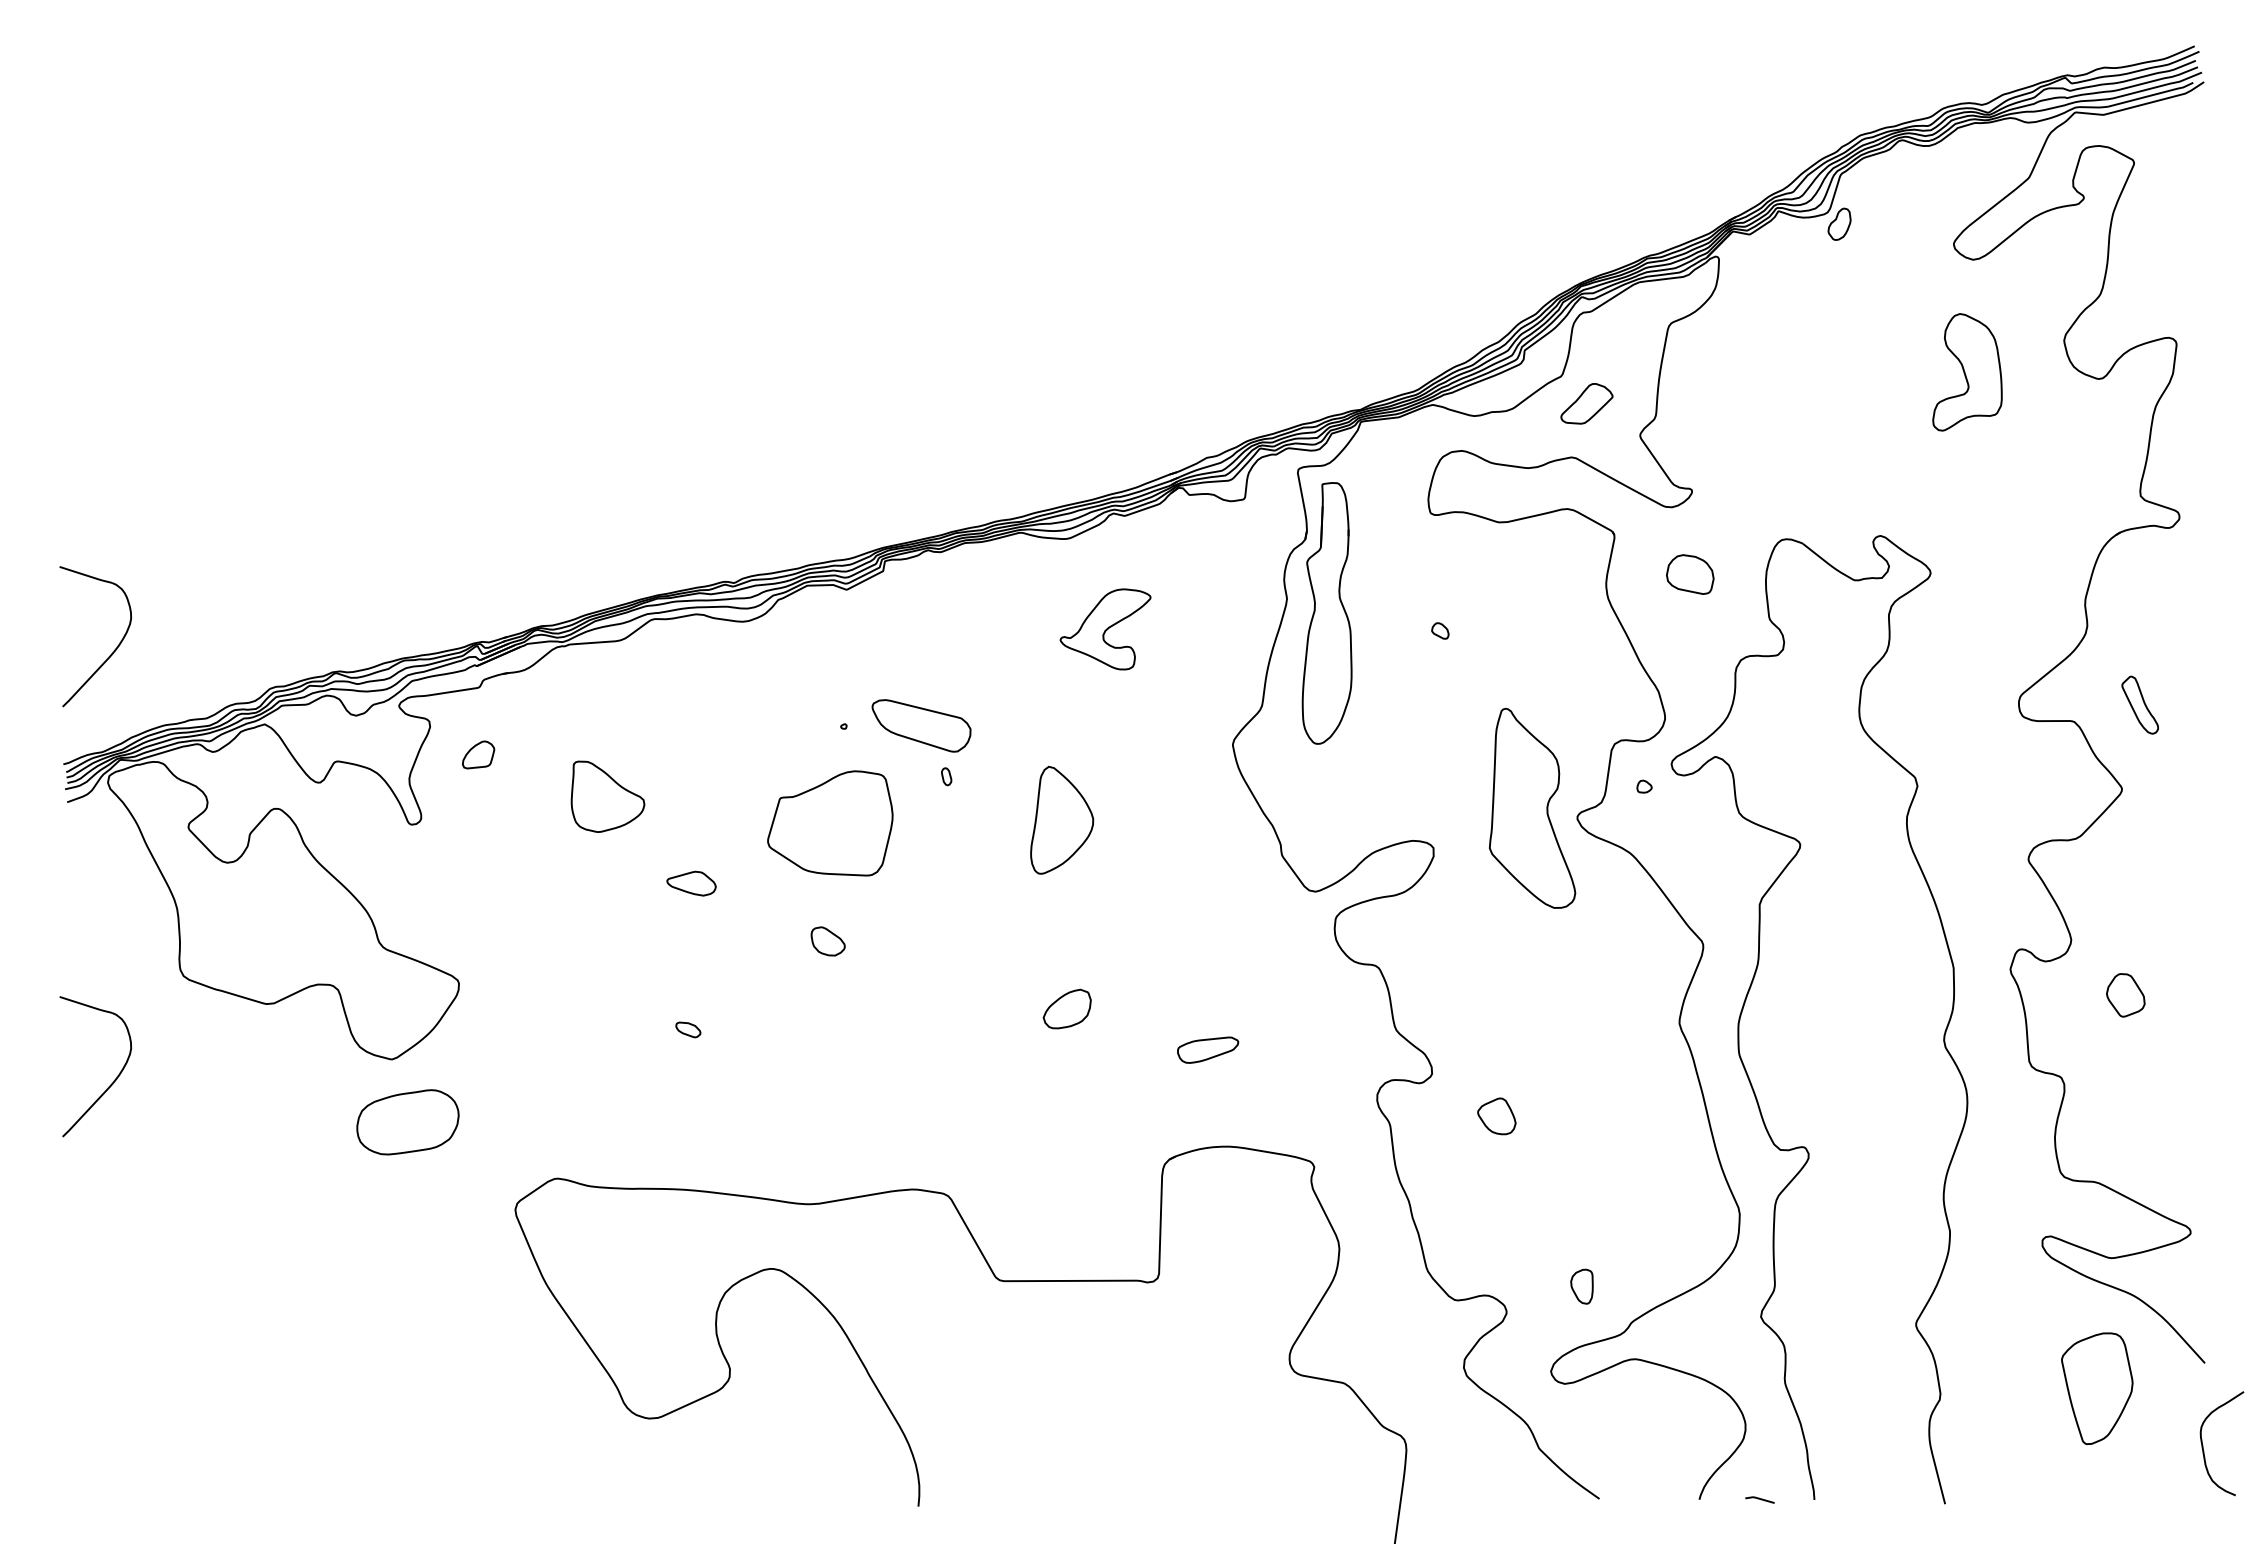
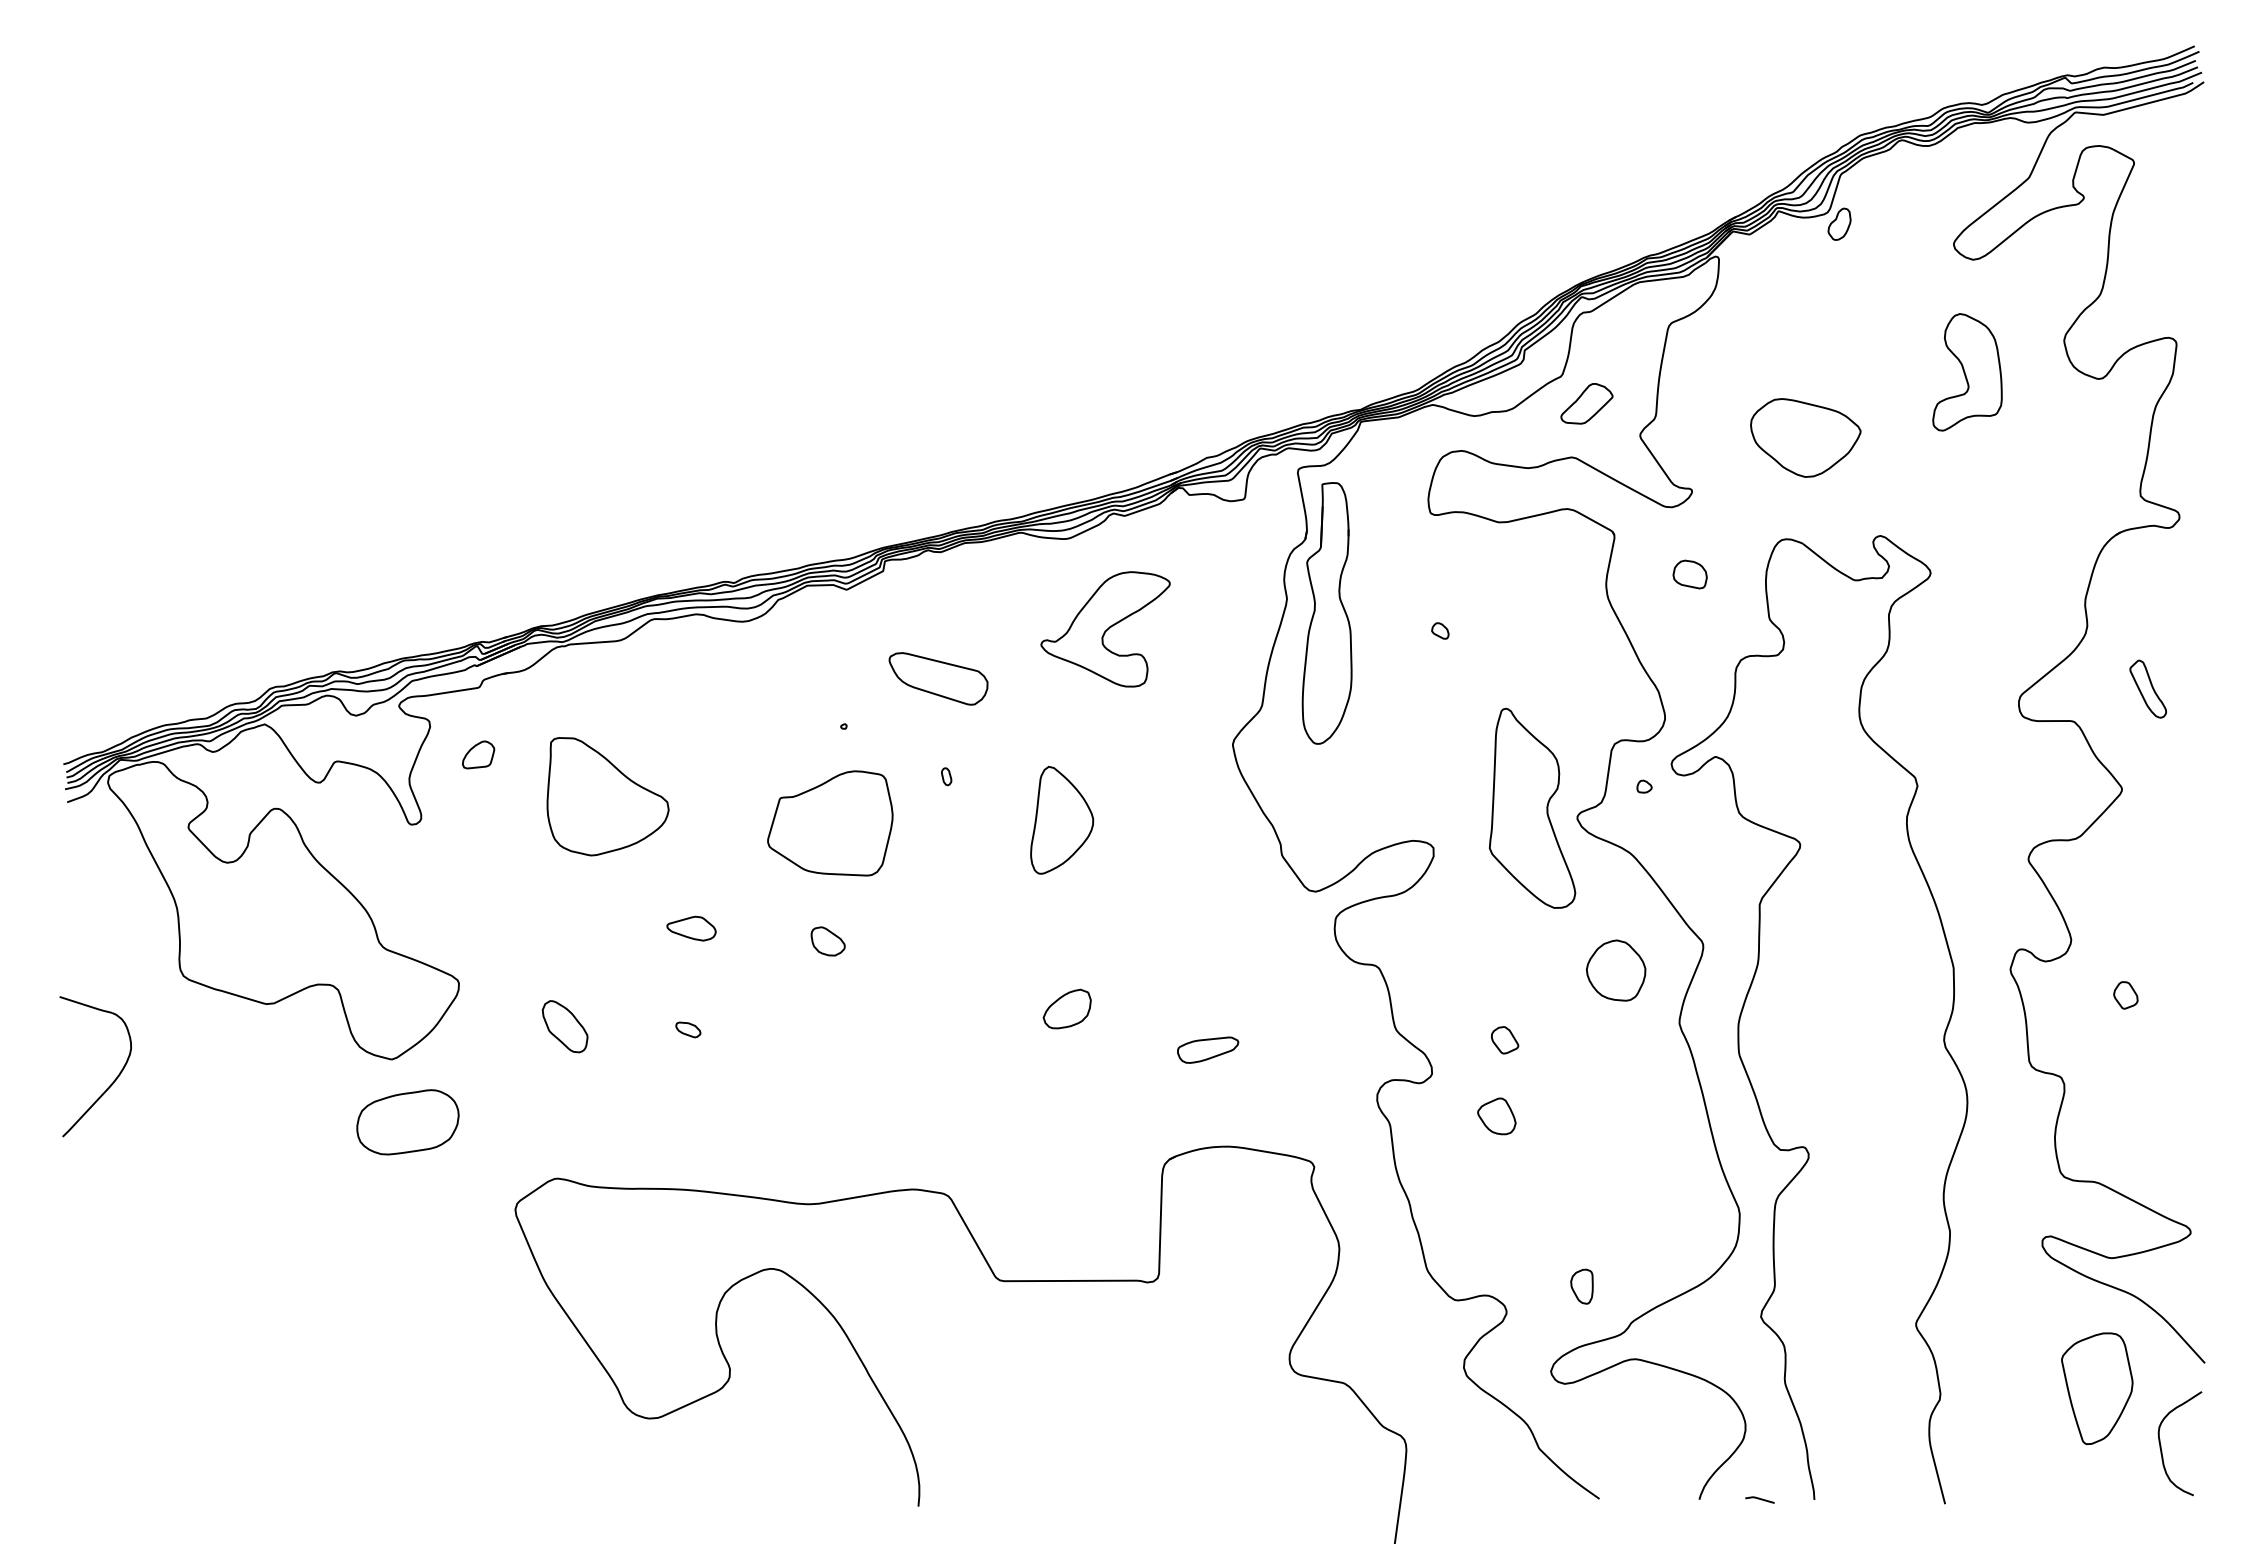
part at (1805, 437): none -> present
part at (1690, 574) size: 49x41 px -> 36x31 px
part at (1105, 629) size: 93x83 px -> 131x117 px
part at (114, 649): present -> none
part at (2139, 704) position: (2139, 704) -> (2147, 688)
part at (921, 725) position: (921, 725) -> (938, 678)
part at (607, 796) size: 76x73 px -> 124x120 px
part at (691, 883) position: (691, 883) -> (691, 928)
part at (1616, 970): none -> present
part at (2125, 995) size: 40x45 px -> 26x29 px
part at (564, 1026): none -> present
part at (1505, 1040): none -> present
curve at (2203, 1445) position: (2203, 1445) -> (2161, 1445)
